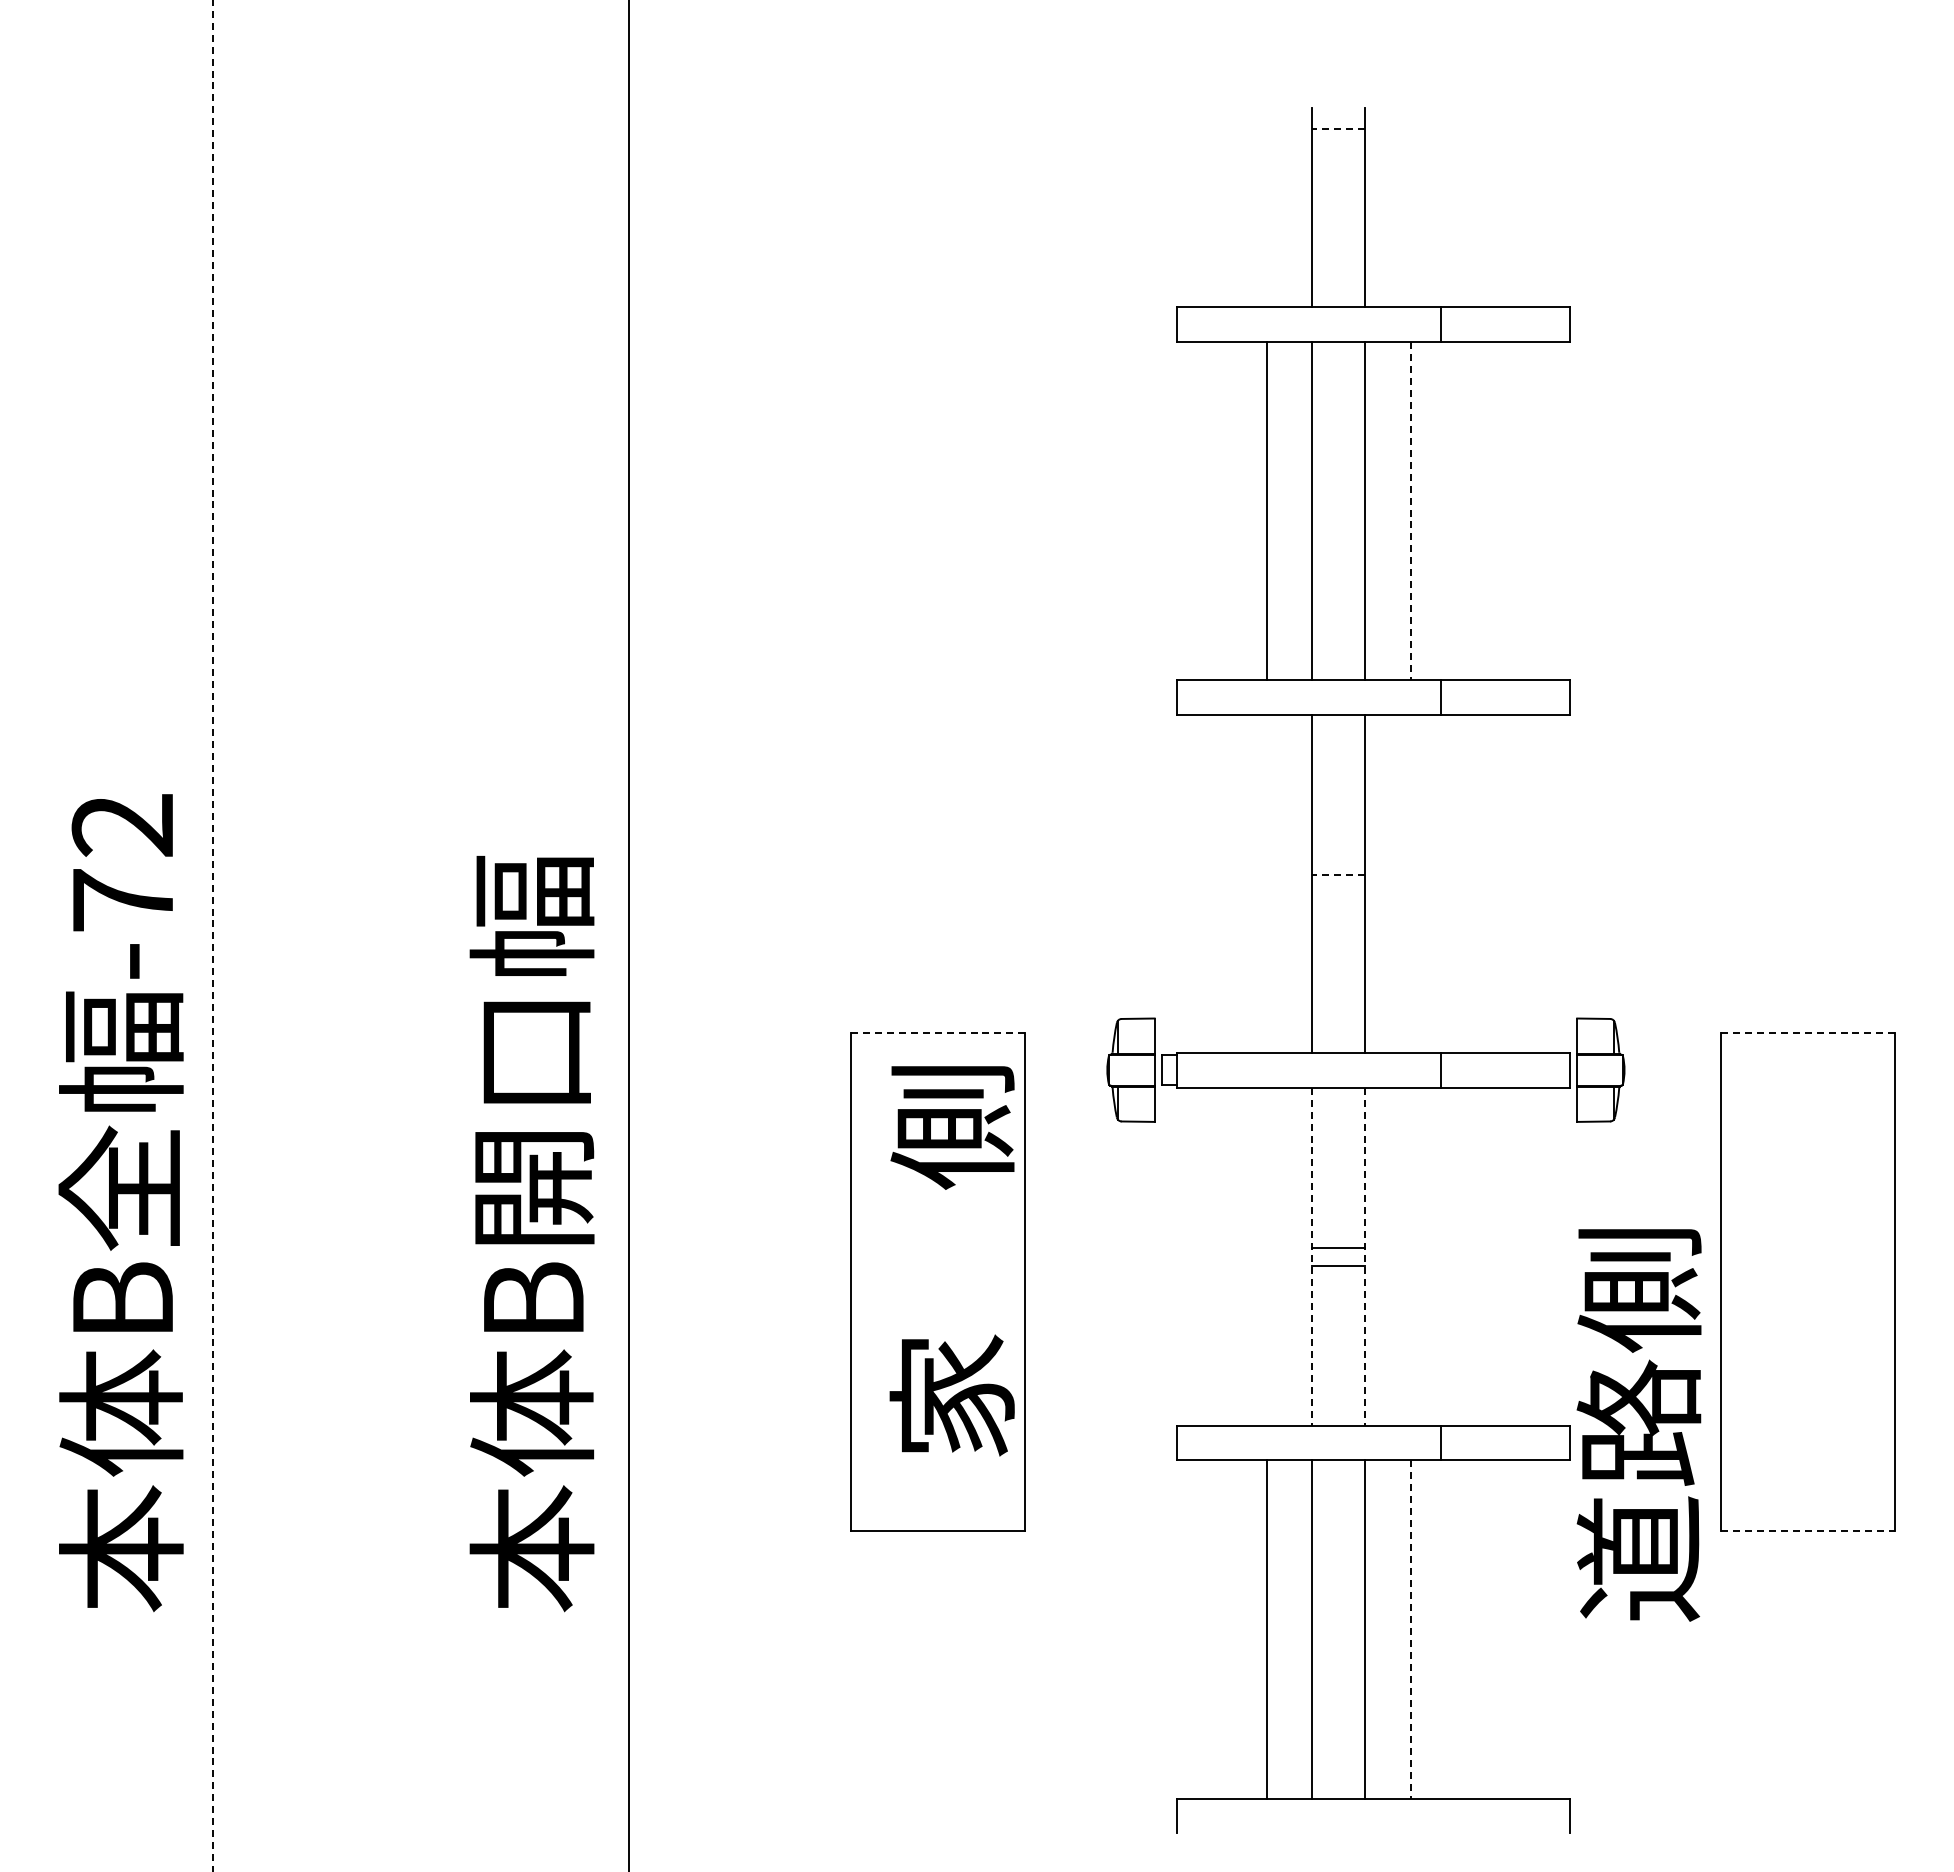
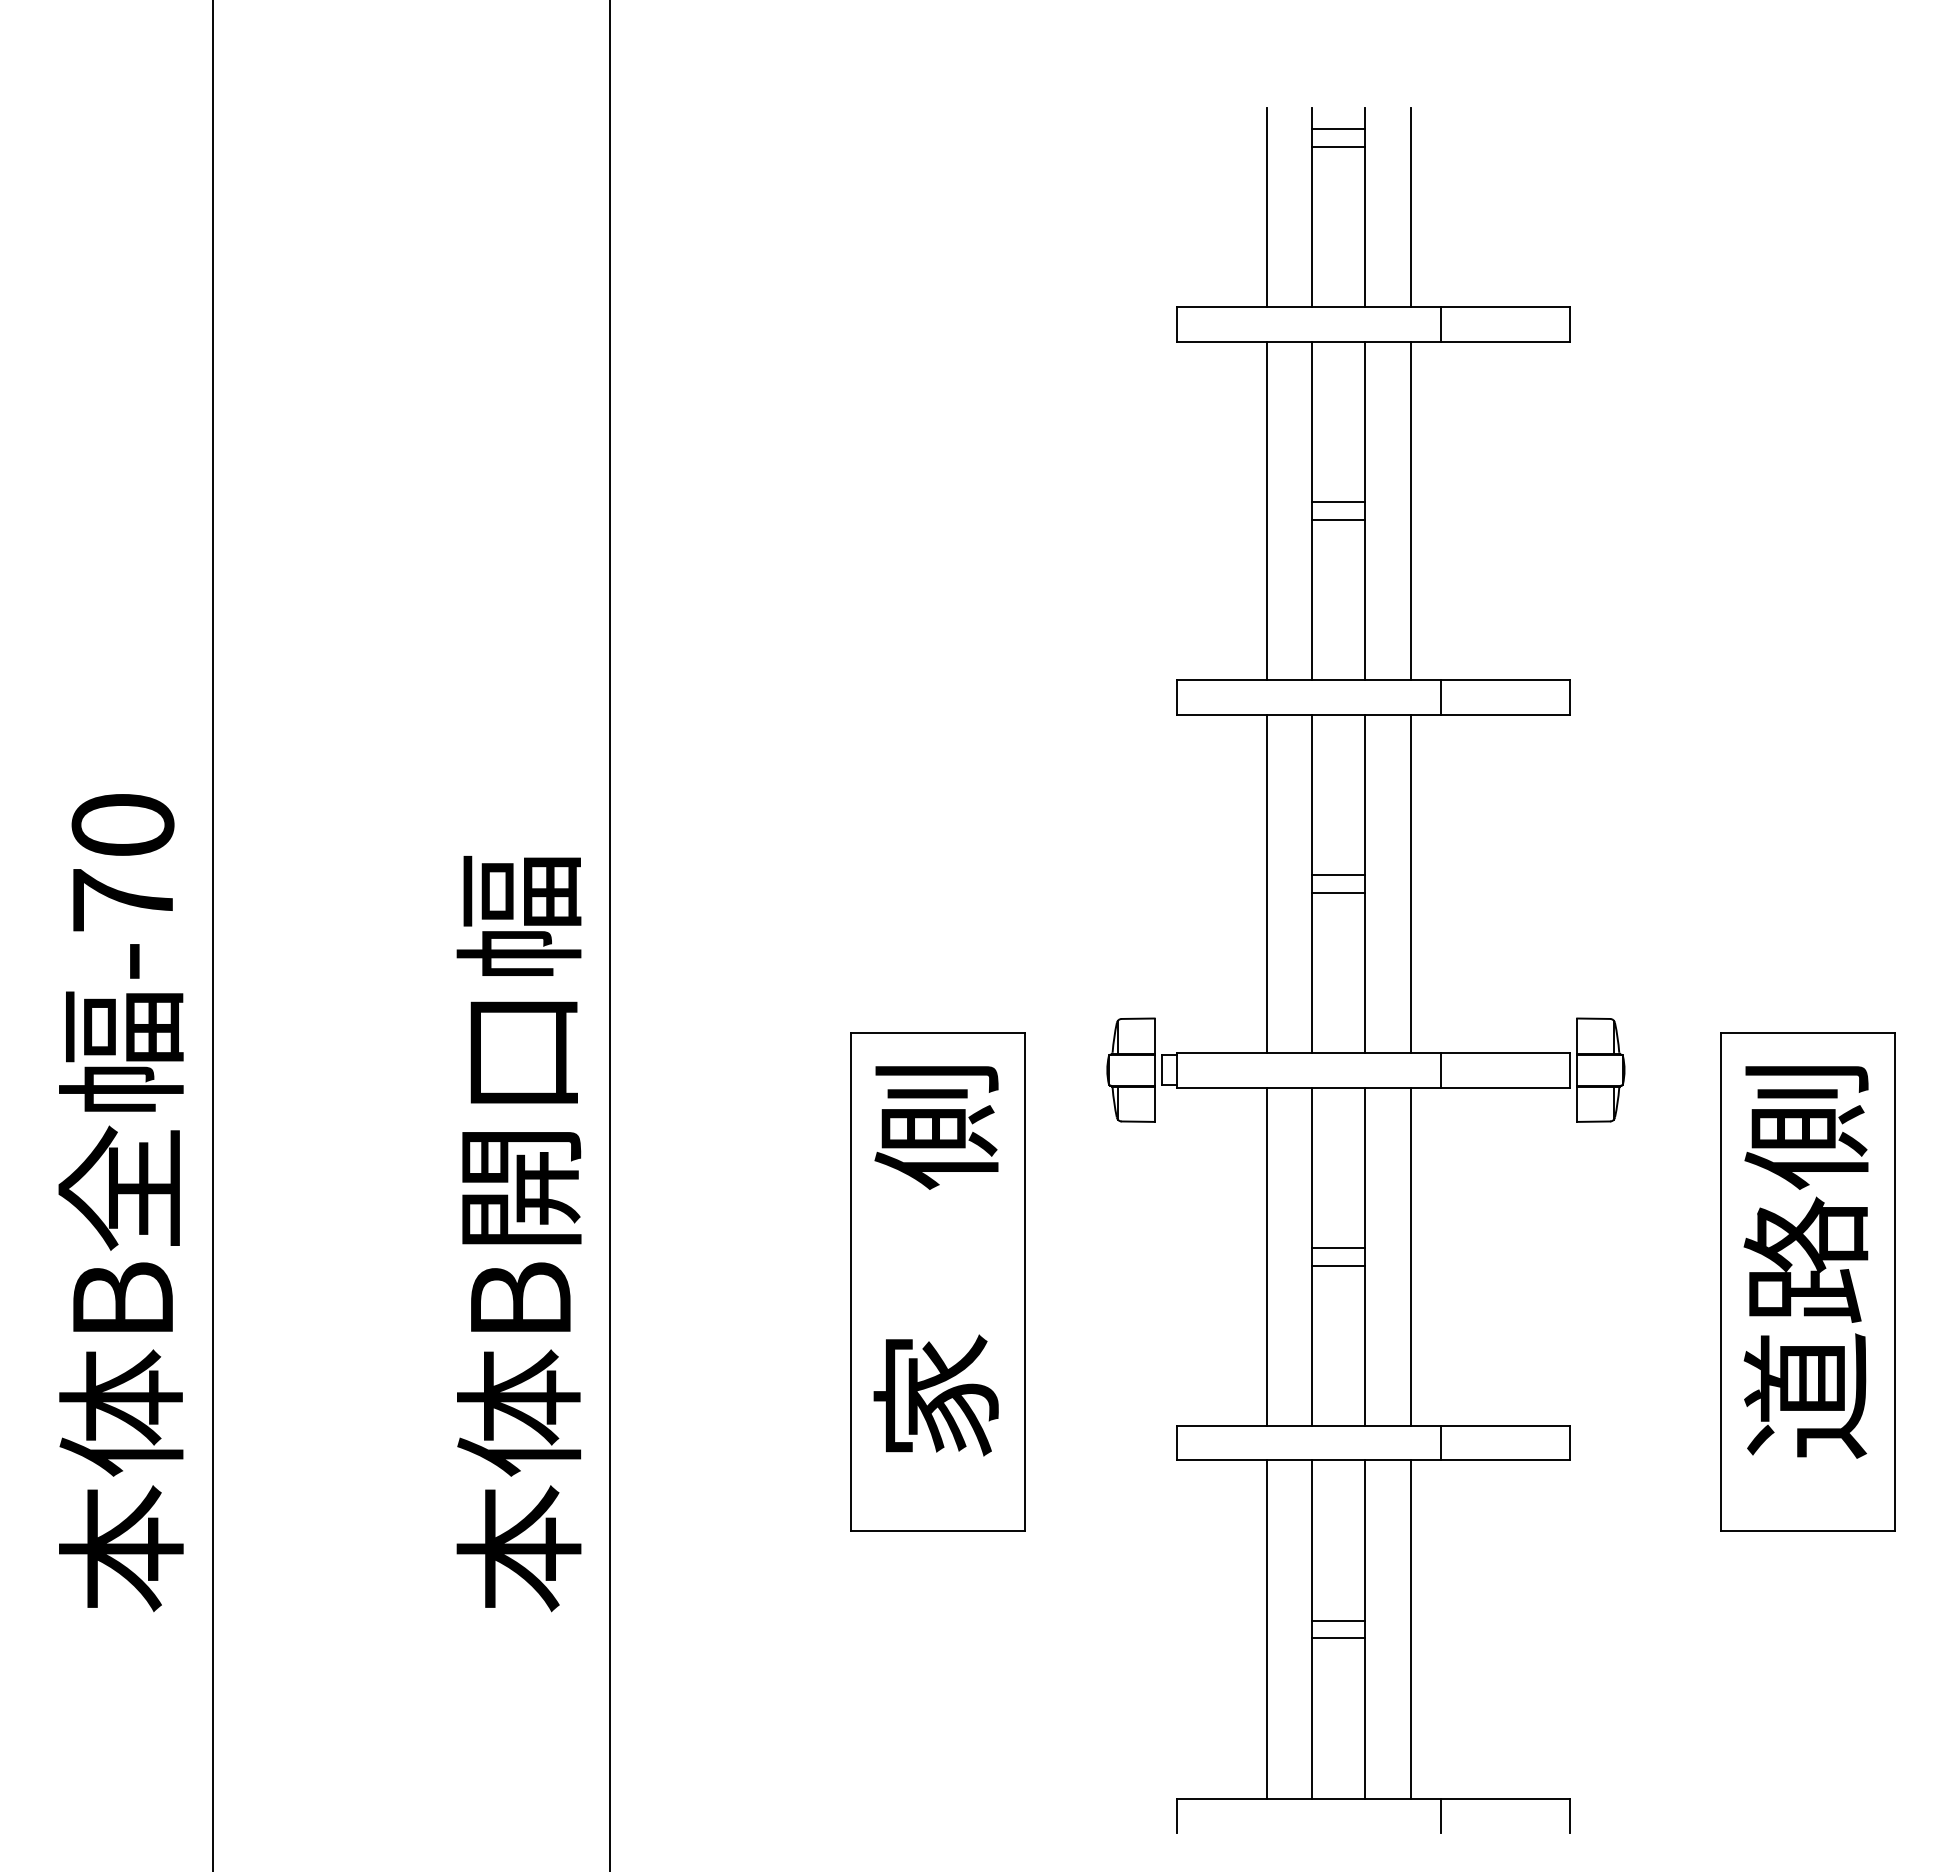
line at (1338, 129): dashed -> solid
line at (1338, 147): none -> present
line at (1266, 207): none -> present
line at (1410, 207): none -> present
line at (1338, 502): none -> present
line at (1410, 511): dashed -> solid
line at (1338, 519): none -> present
text at (122, 825): -72 -> -70
line at (1338, 874): dashed -> solid
line at (1266, 883): none -> present
line at (1410, 883): none -> present
line at (1338, 892): none -> present
line at (629, 935) position: (629, 935) -> (610, 935)
line at (212, 936): dashed -> solid
line at (938, 1033): dashed -> solid
line at (1808, 1033): dashed -> solid
text at (531, 1234) position: (531, 1234) -> (518, 1234)
line at (1266, 1256): none -> present
line at (1410, 1256): none -> present
line at (1312, 1257): dashed -> solid
line at (1364, 1257): dashed -> solid
text at (951, 1261) position: (951, 1261) -> (935, 1261)
text at (1638, 1425) position: (1638, 1425) -> (1805, 1262)
line at (1808, 1530): dashed -> solid
line at (1338, 1620): none -> present
line at (1410, 1629): dashed -> solid
line at (1338, 1638): none -> present
line at (1440, 1815): none -> present
